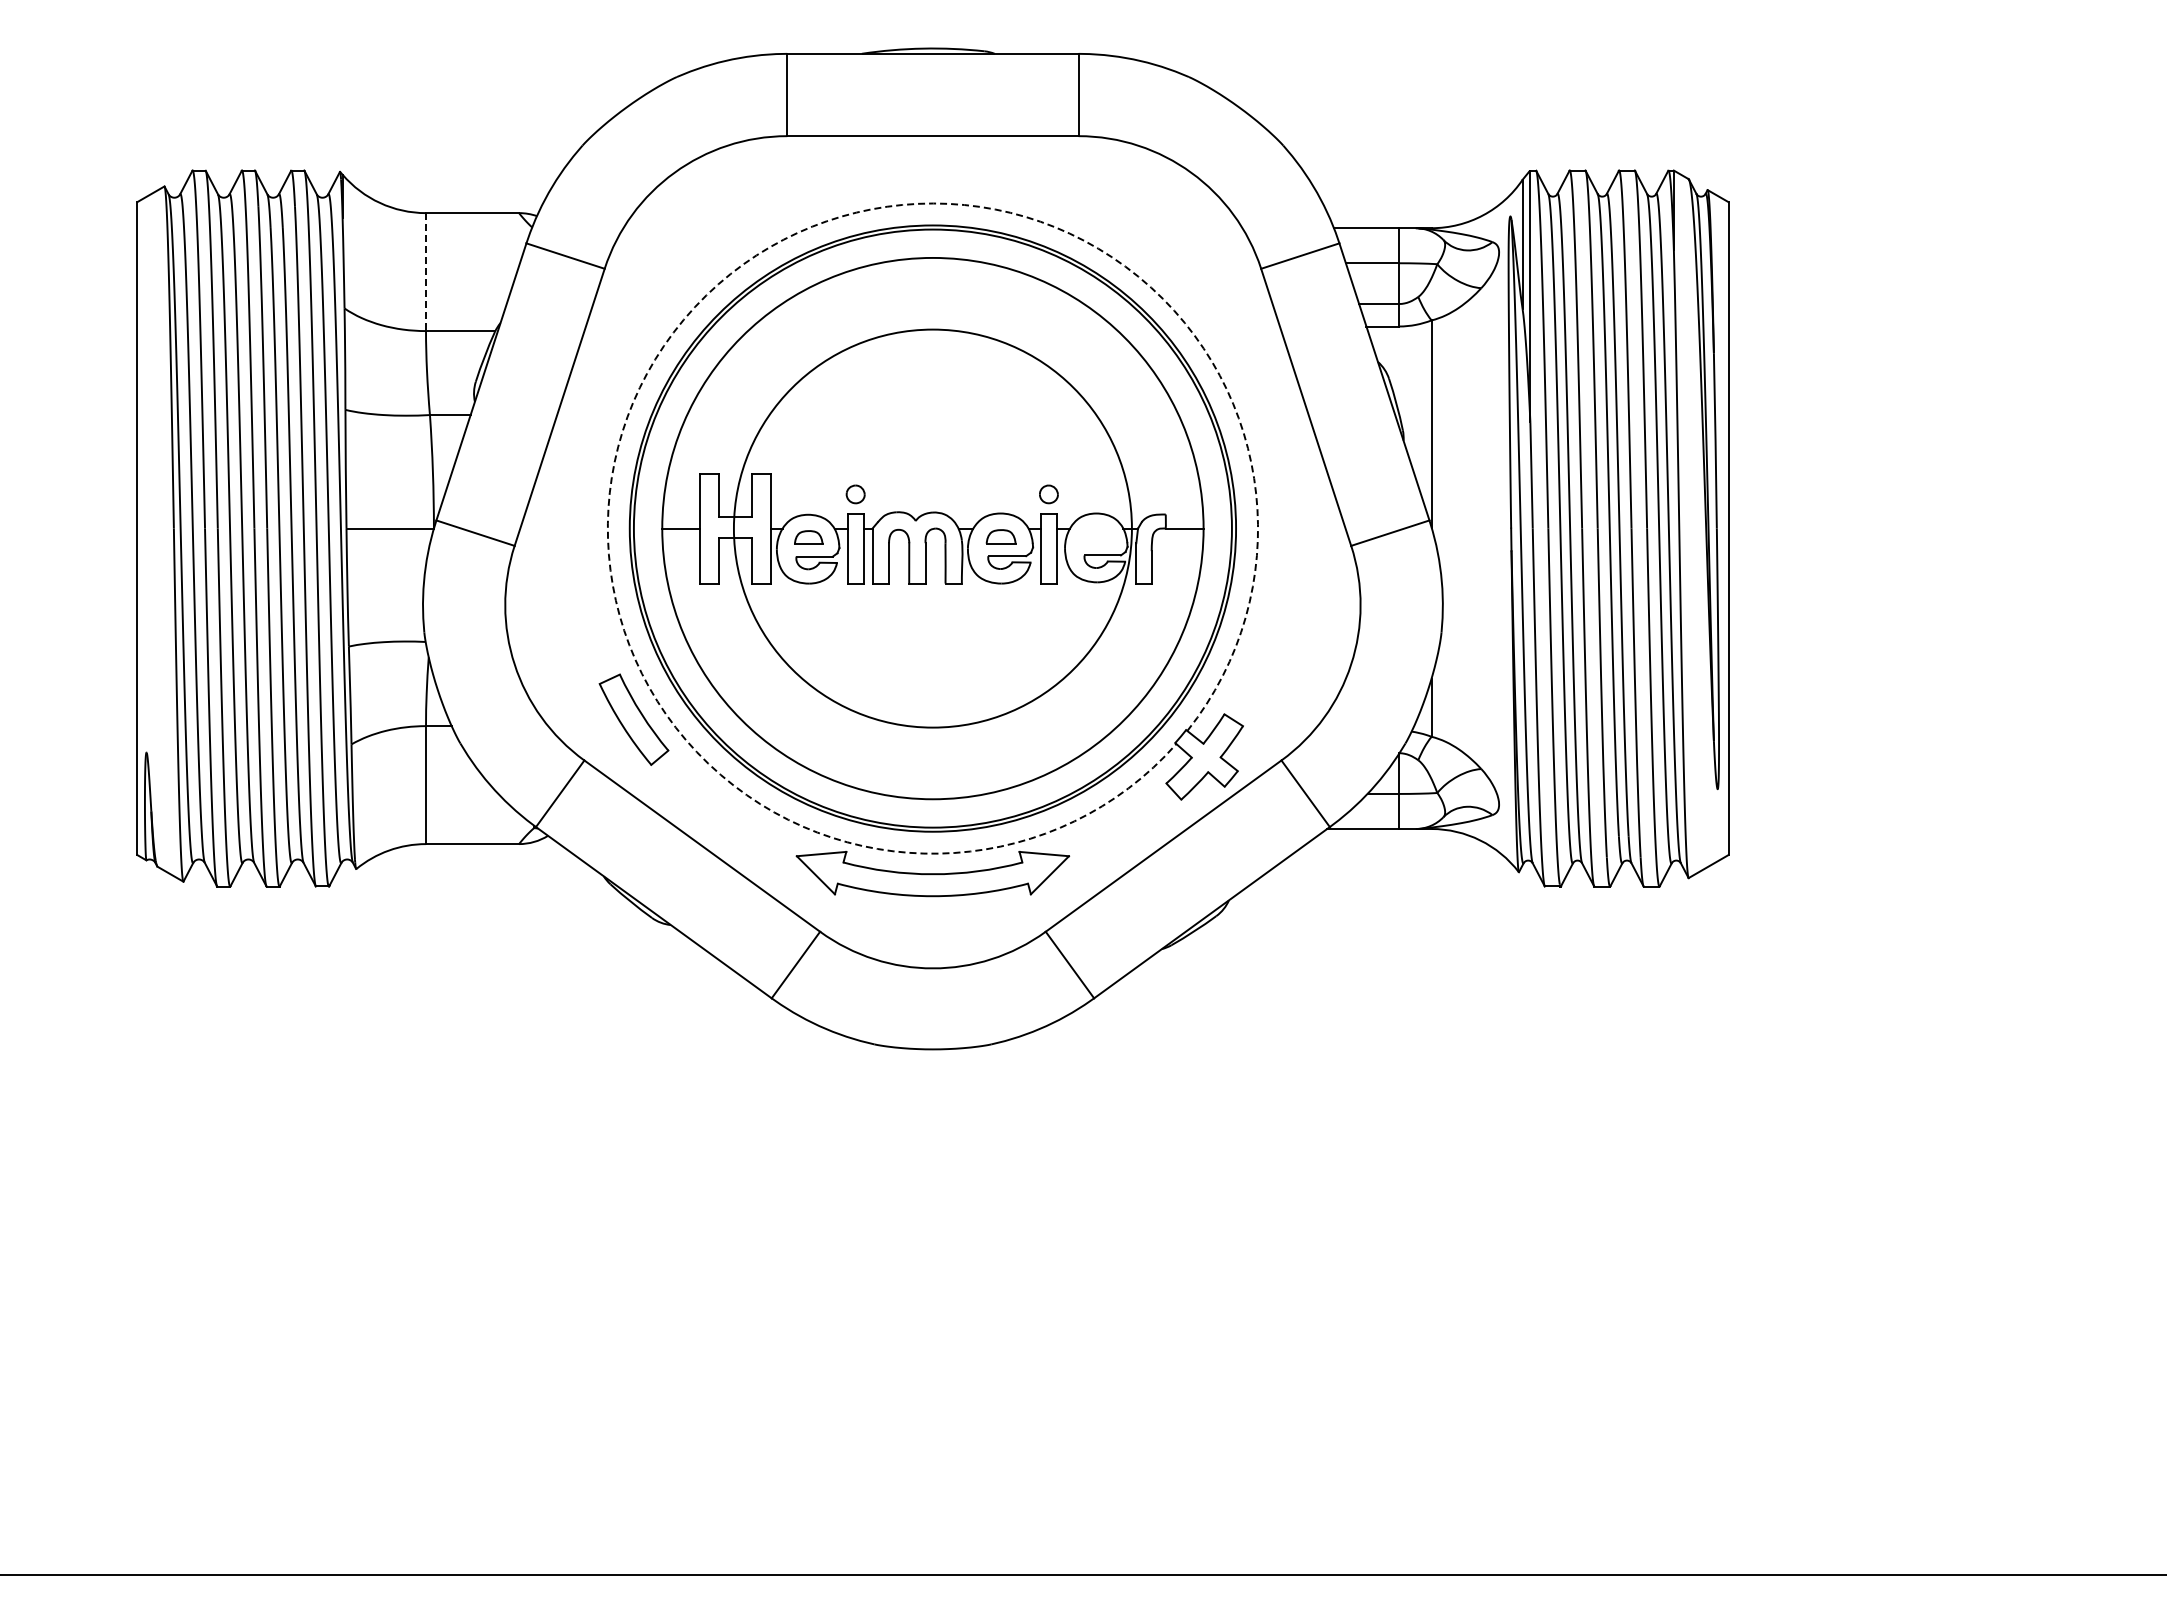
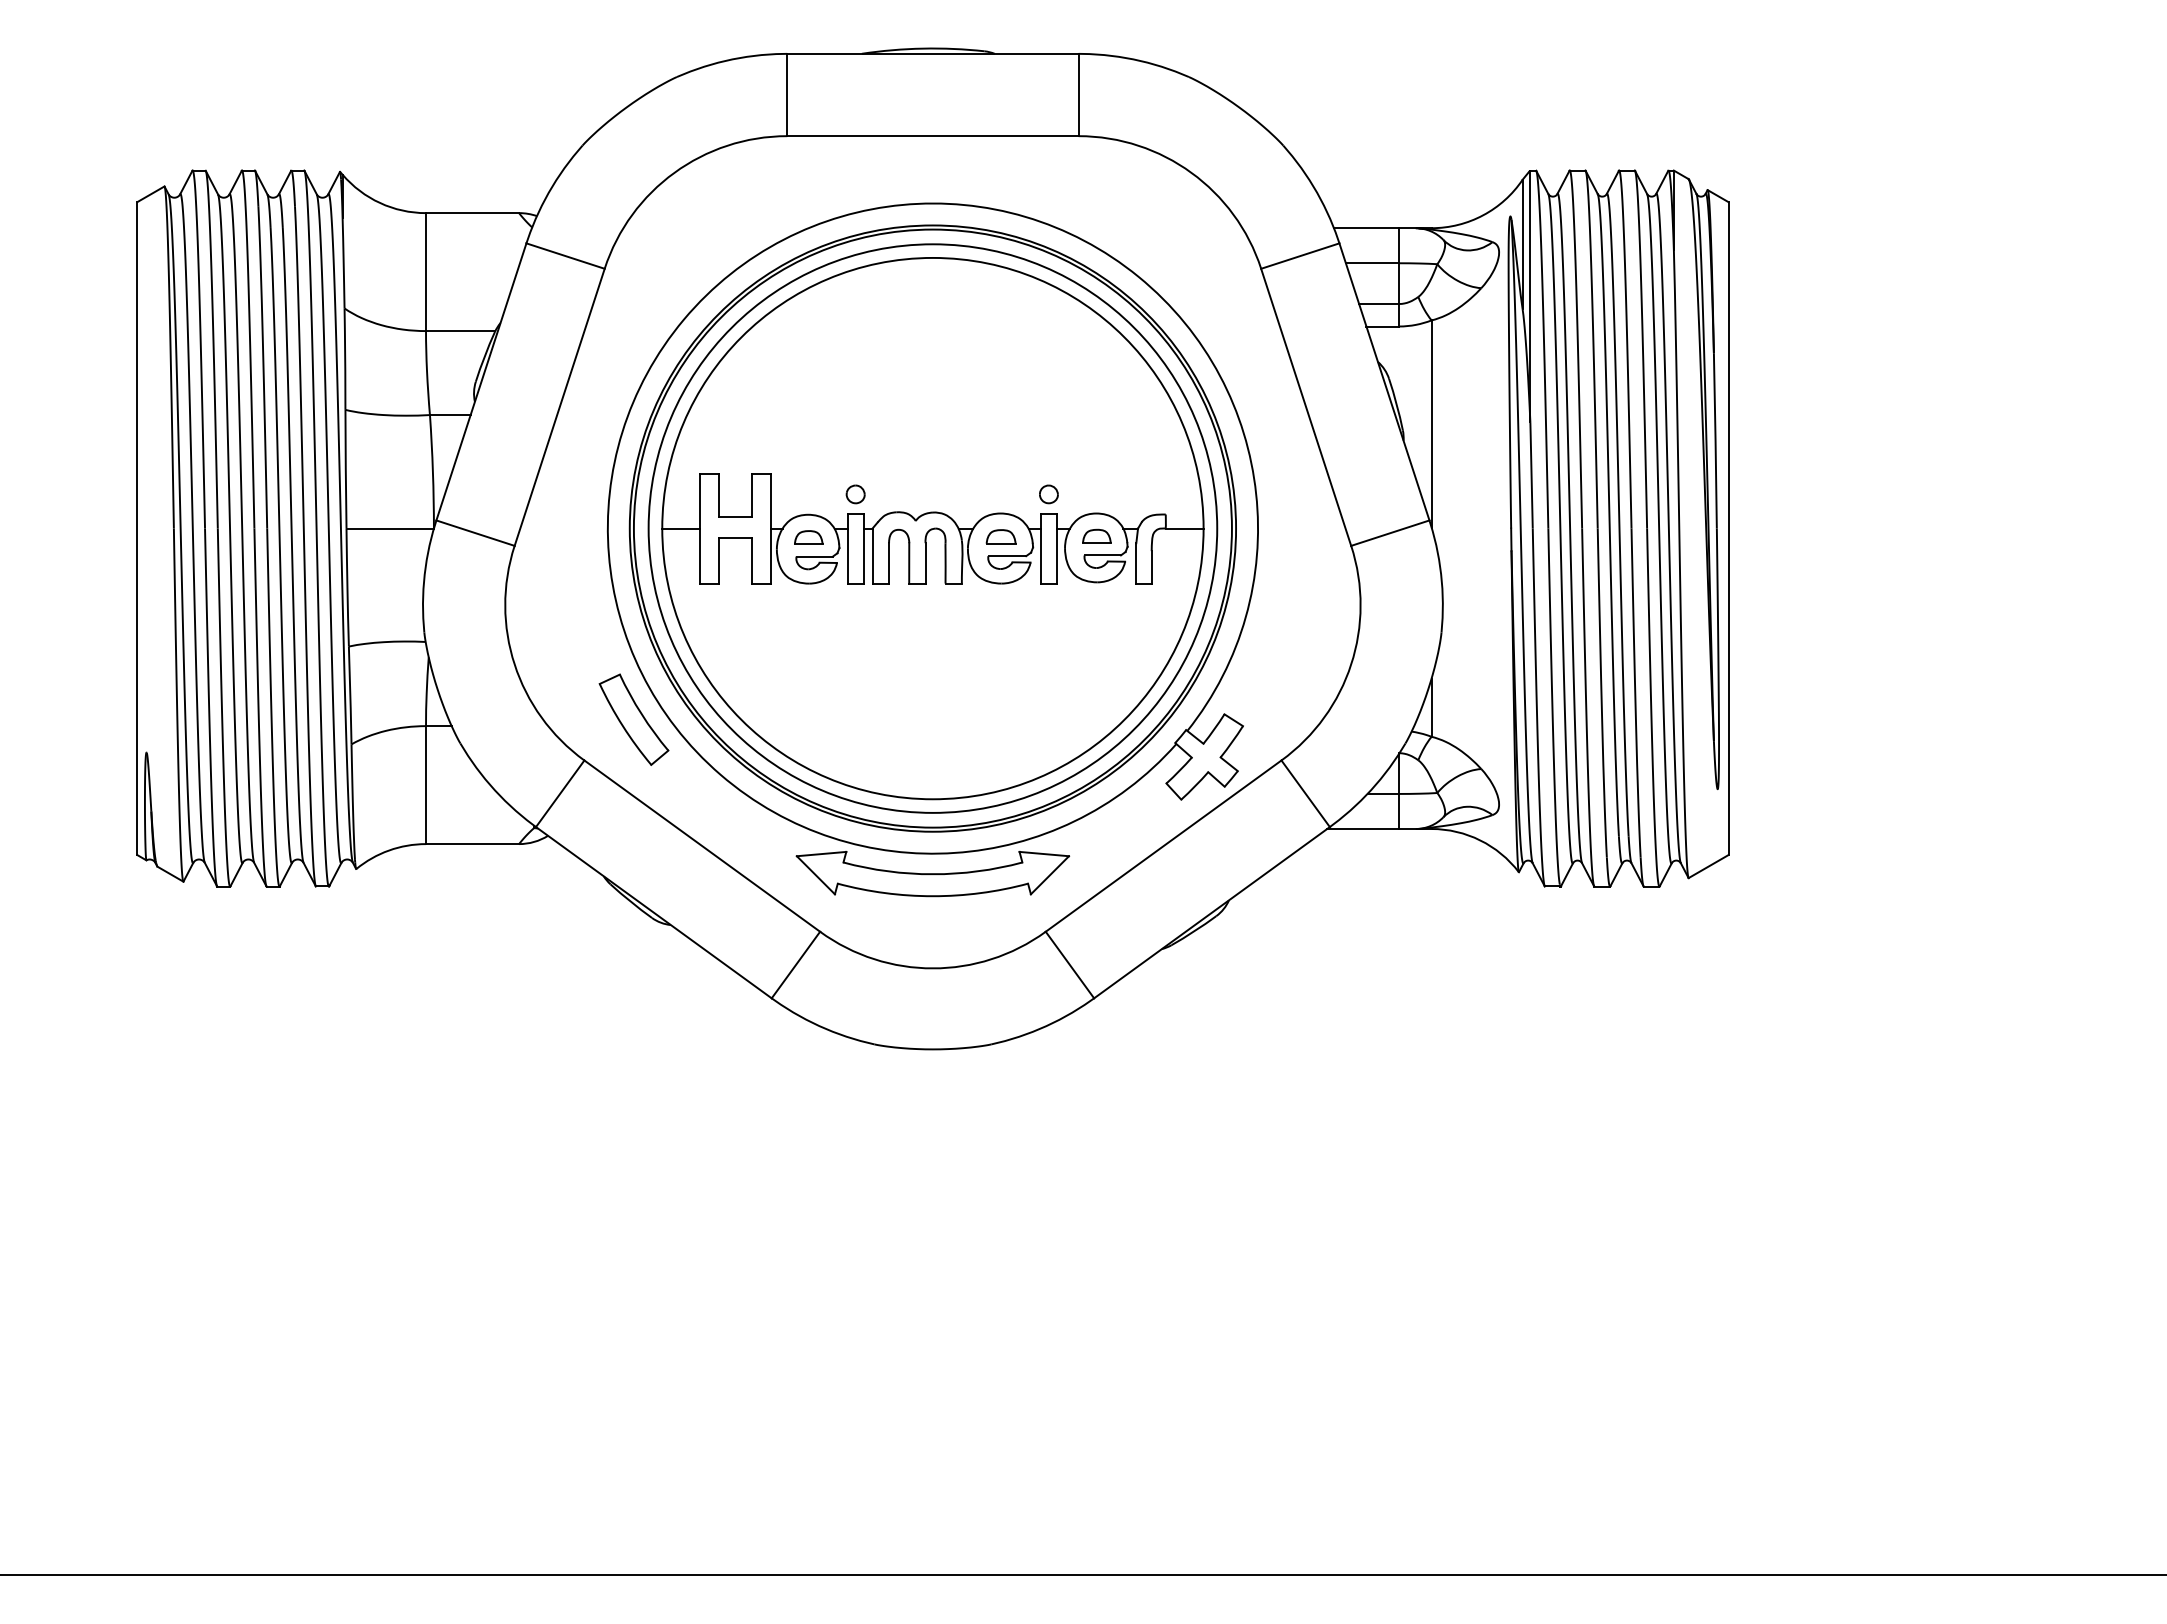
line at (426, 272): dashed -> solid
arc at (683, 319): dashed -> solid
circle at (932, 528) diameter: 398 px -> 569 px
part at (1096, 535): none -> present
